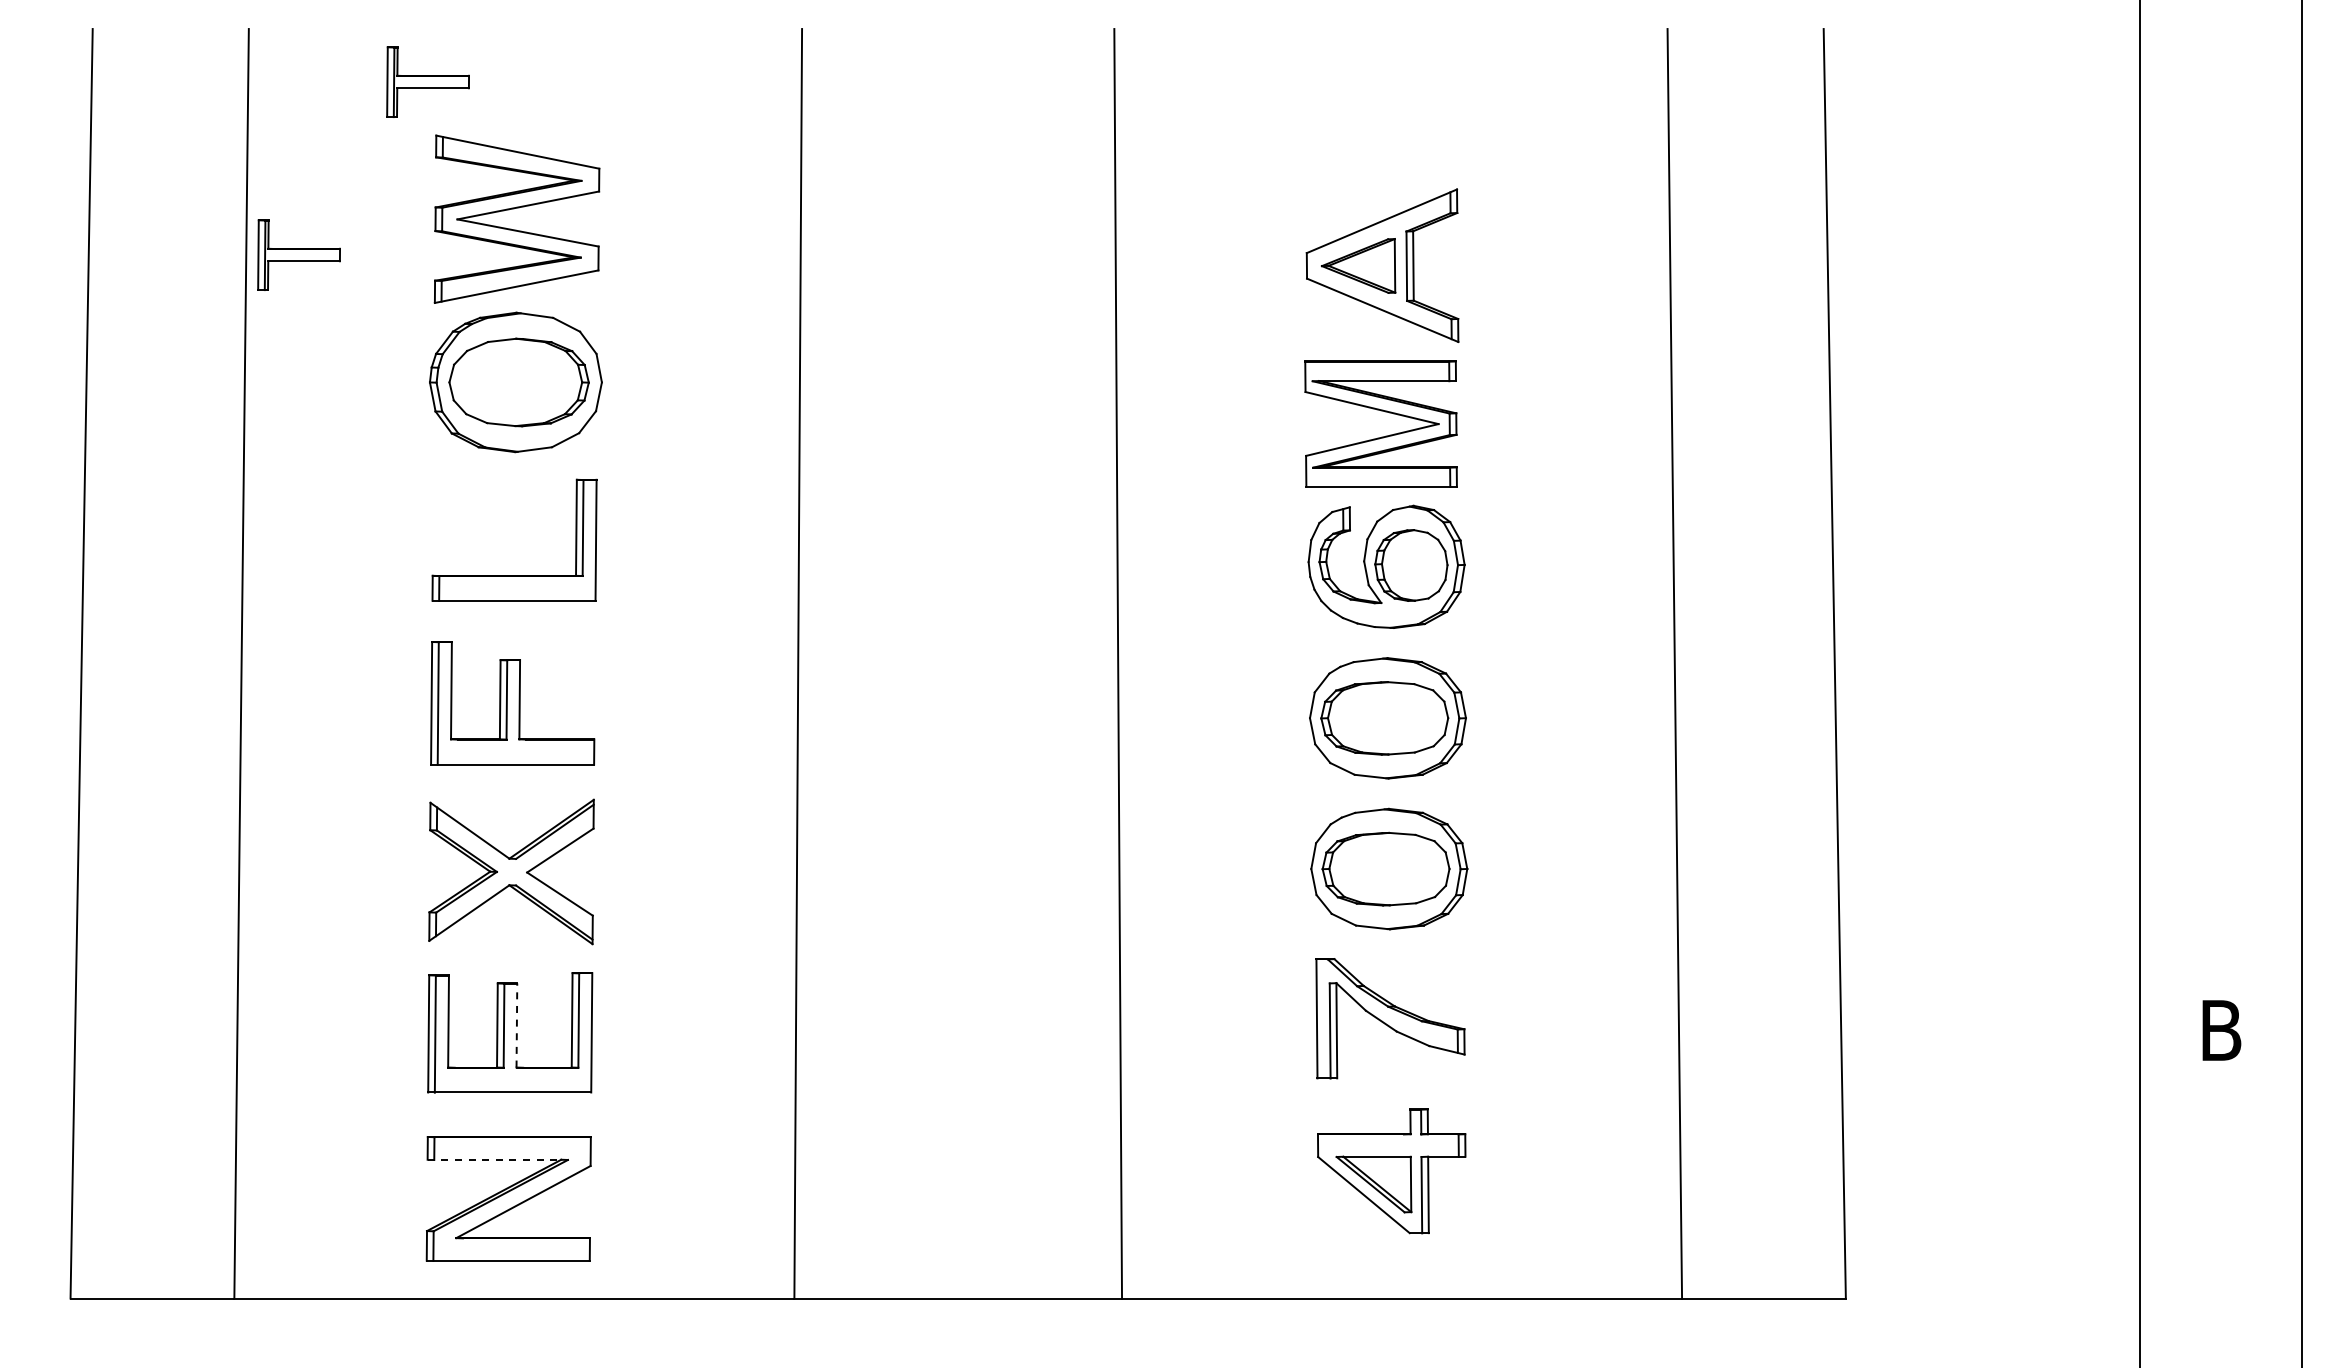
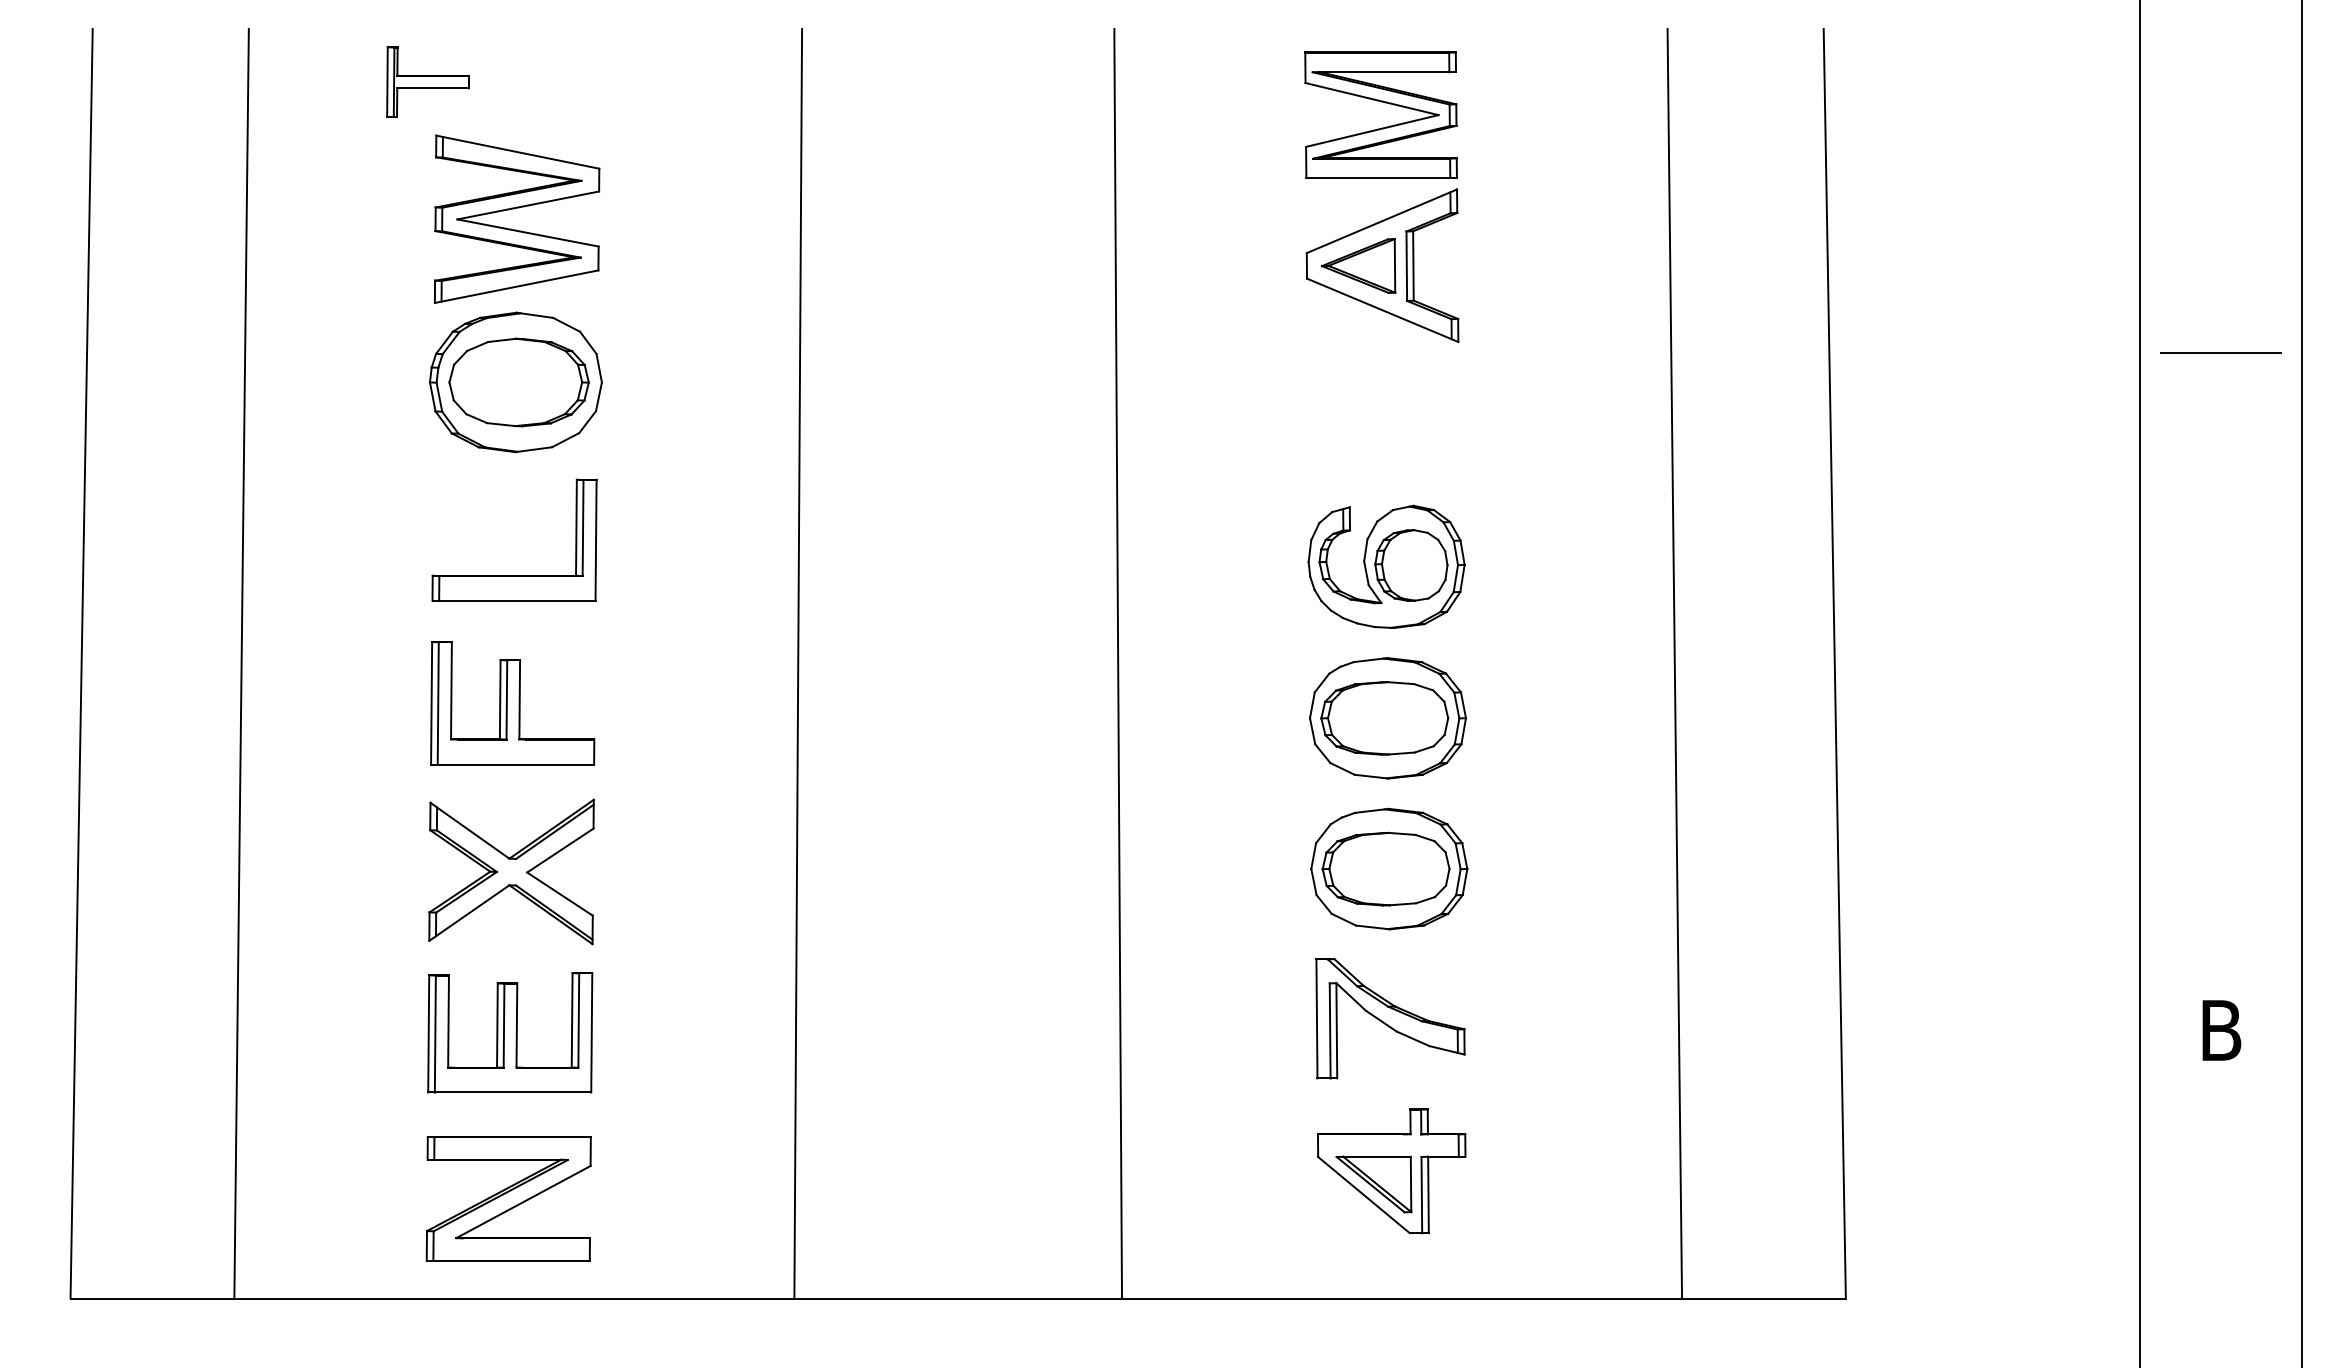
part at (298, 254): present -> none
line at (2220, 352): none -> present
part at (1381, 411) position: (1381, 411) -> (1381, 102)
line at (516, 1025): dashed -> solid
line at (494, 1159): dashed -> solid
